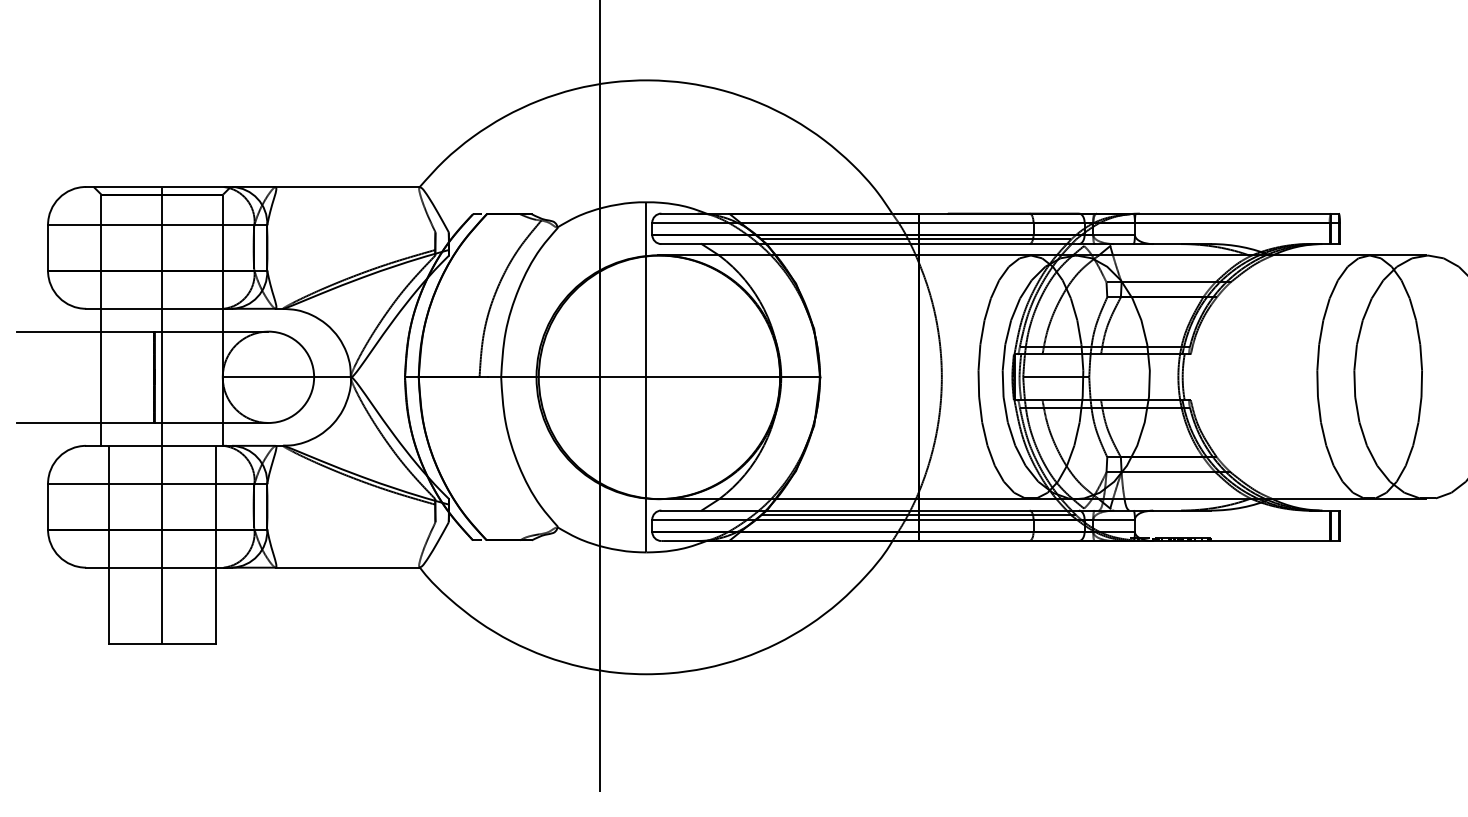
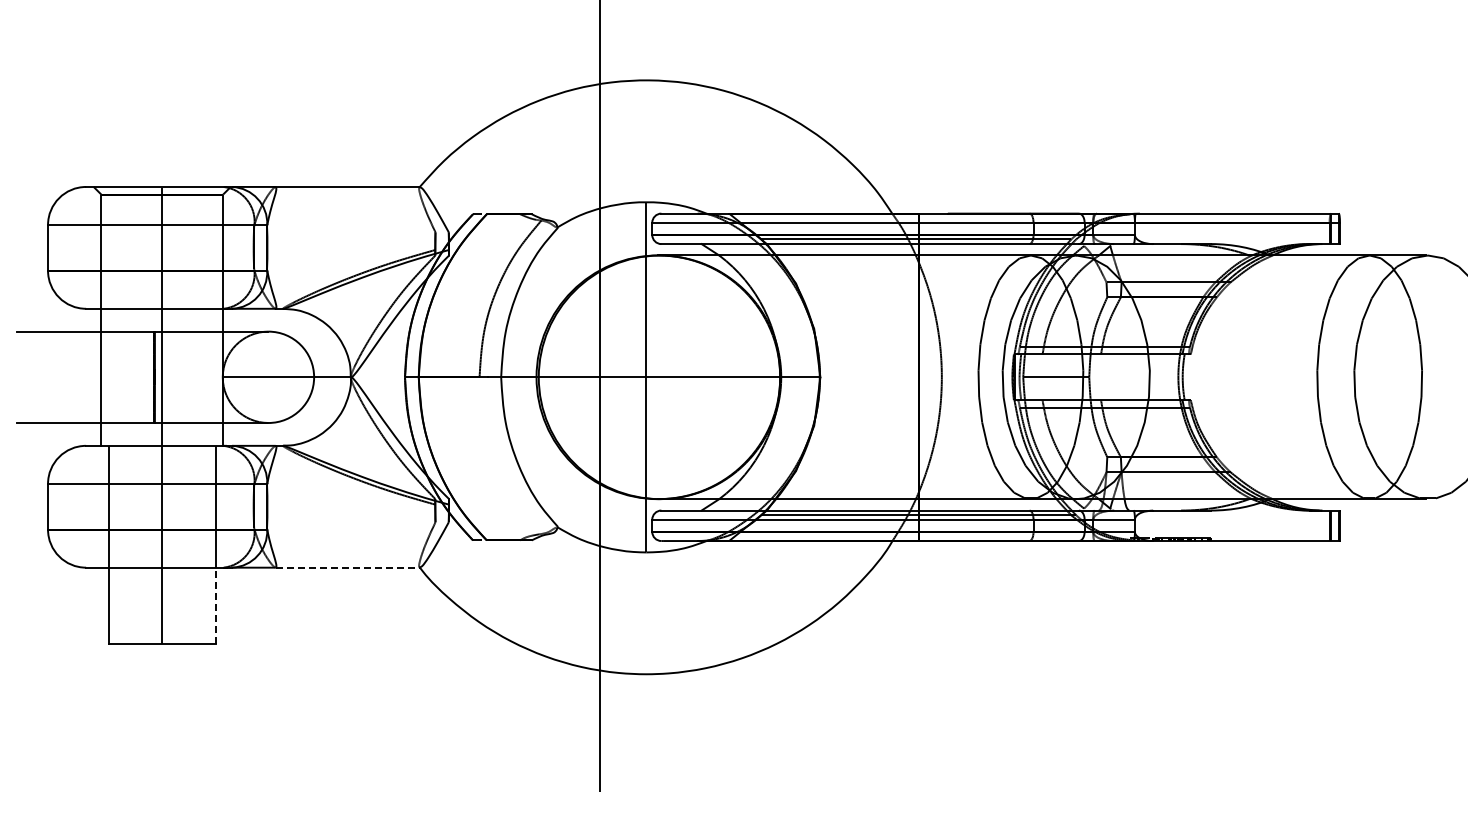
line at (348, 567): solid -> dashed
line at (215, 605): solid -> dashed
